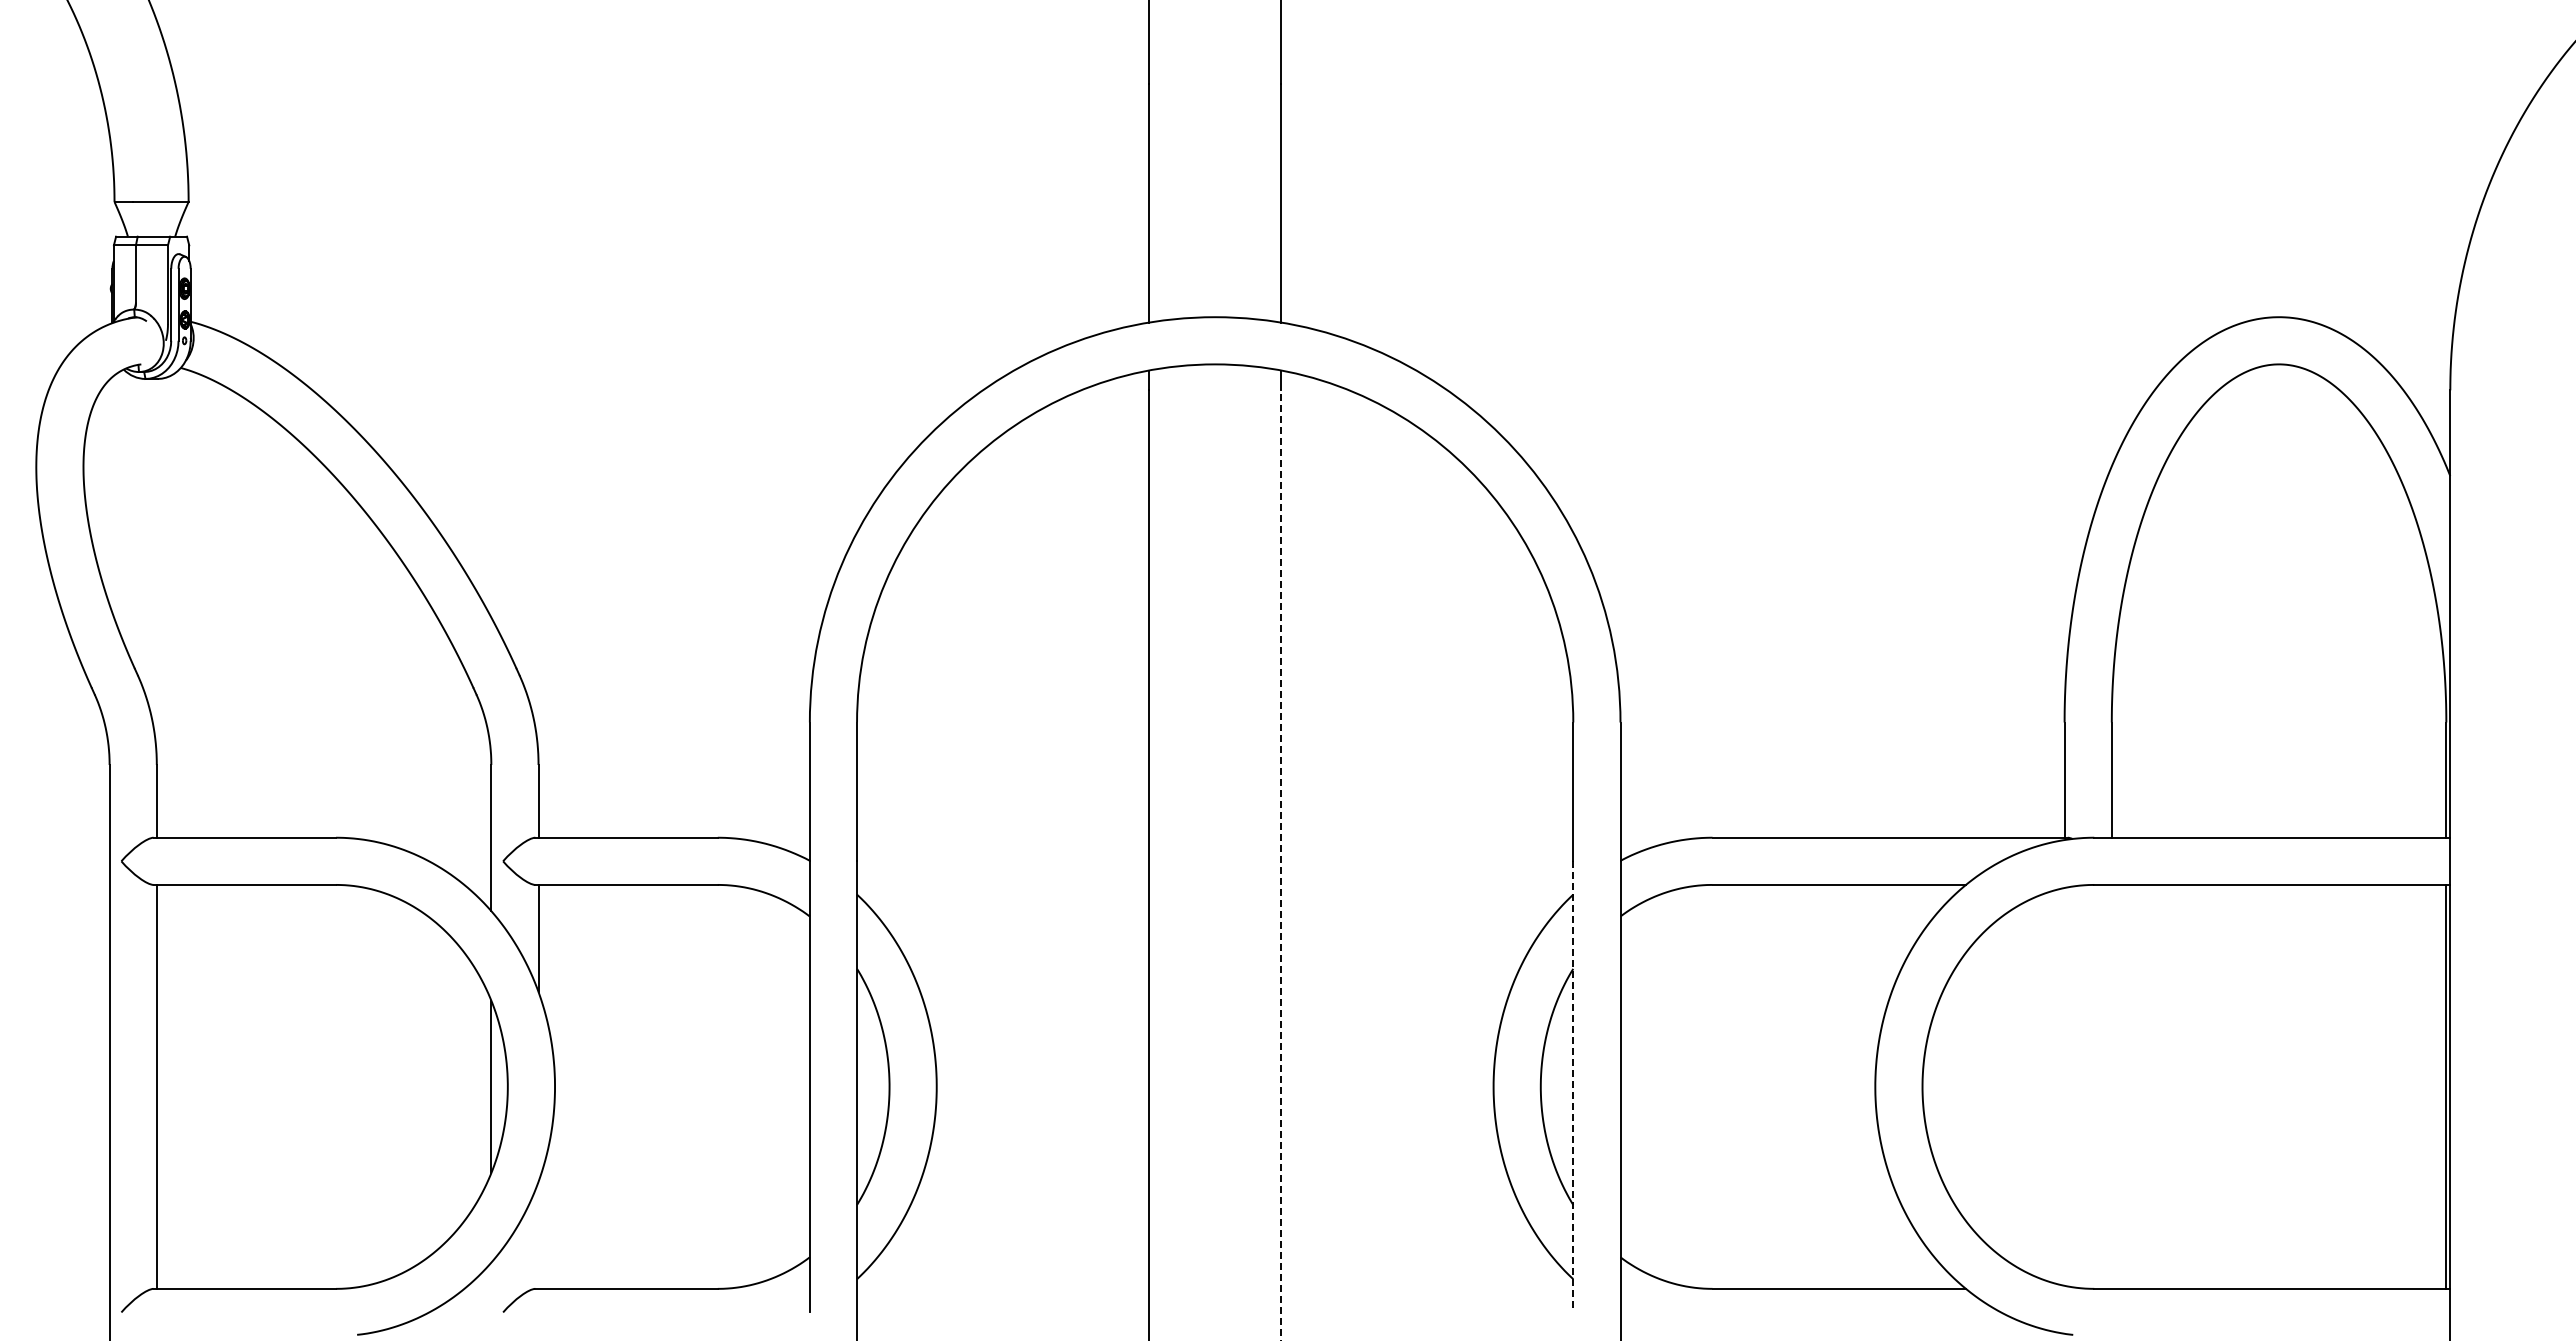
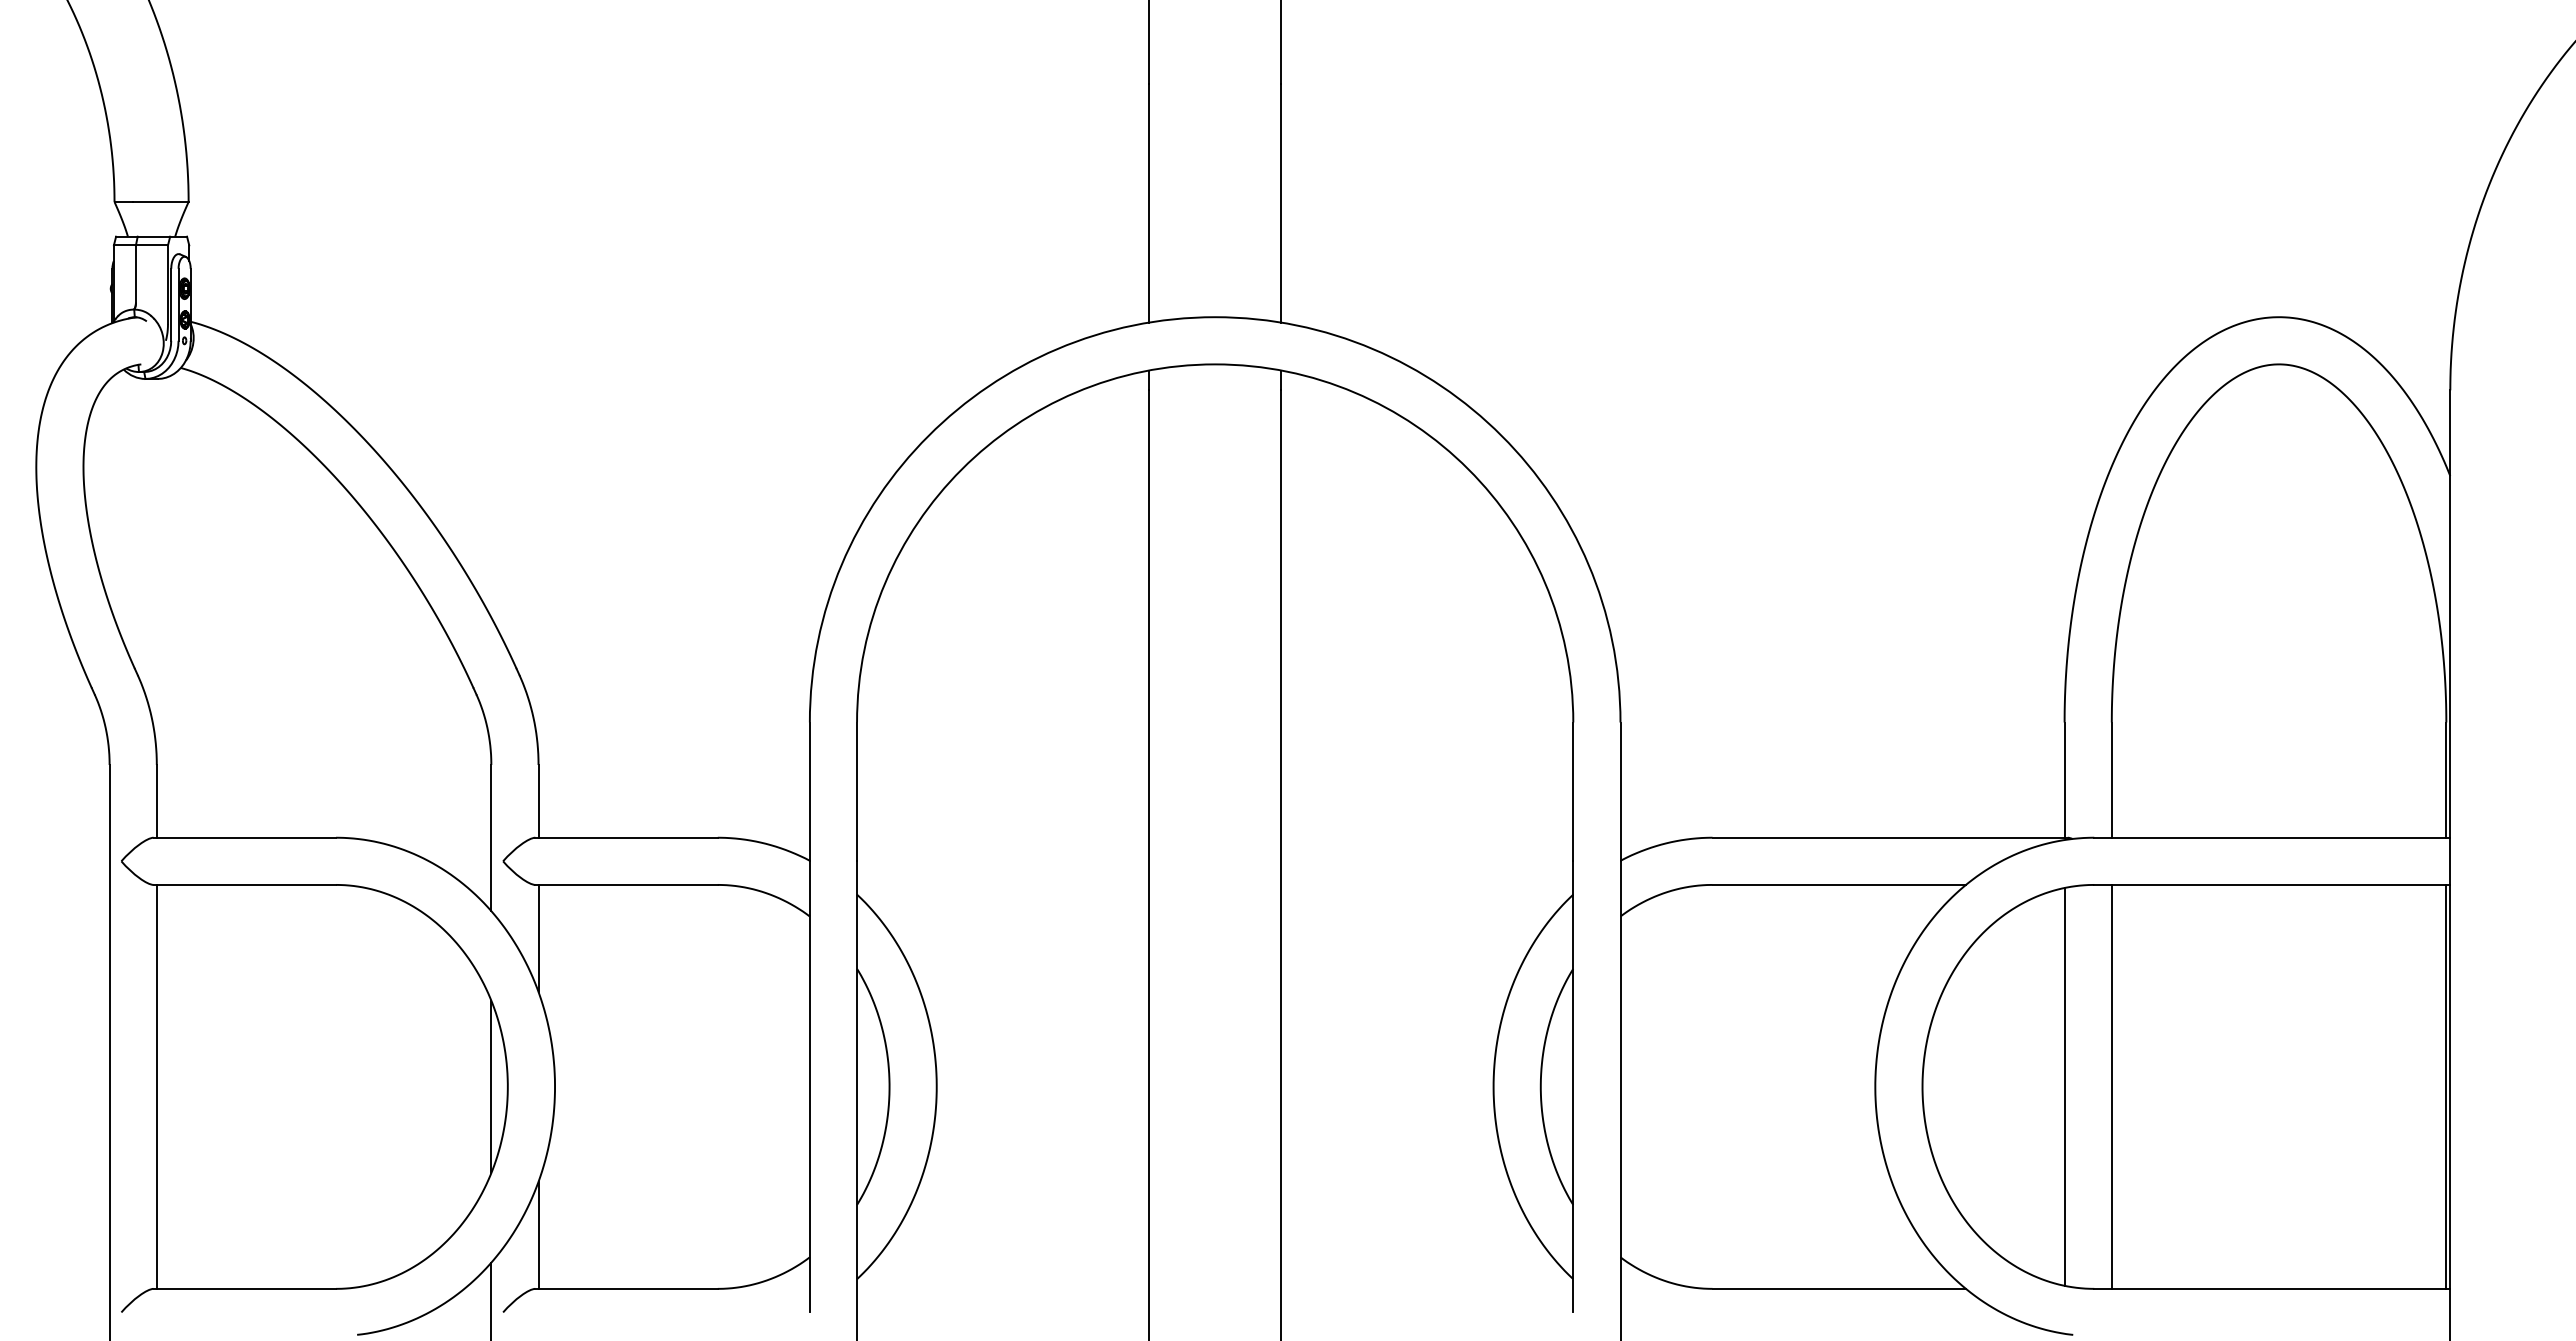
line at (1281, 865): dashed -> solid
line at (1573, 1086): dashed -> solid
line at (2064, 1086): none -> present
line at (2111, 1086): none -> present
line at (538, 1234): none -> present
line at (491, 1299): none -> present
